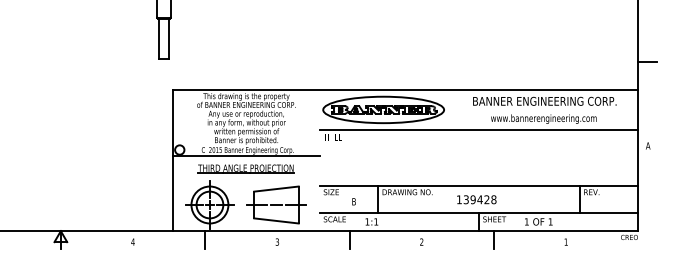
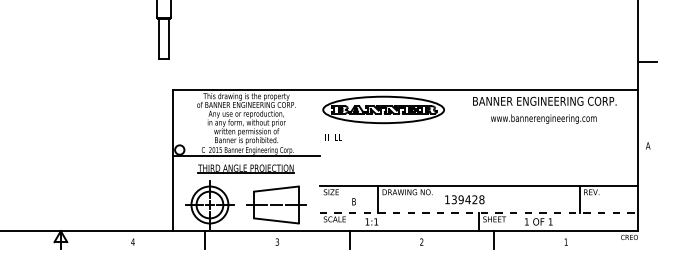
line at (478, 129): present -> none
text at (476, 199) position: (476, 199) -> (464, 199)
line at (479, 212): solid -> dashed
